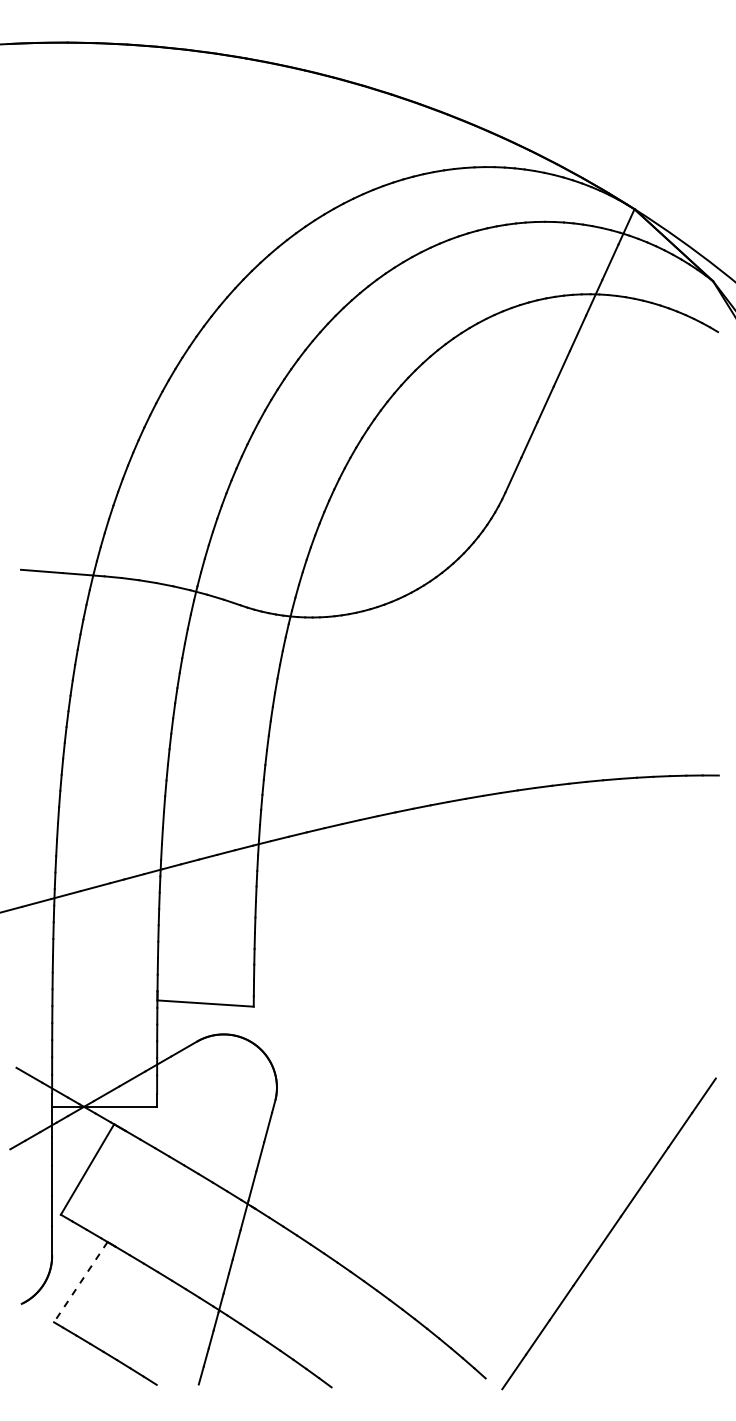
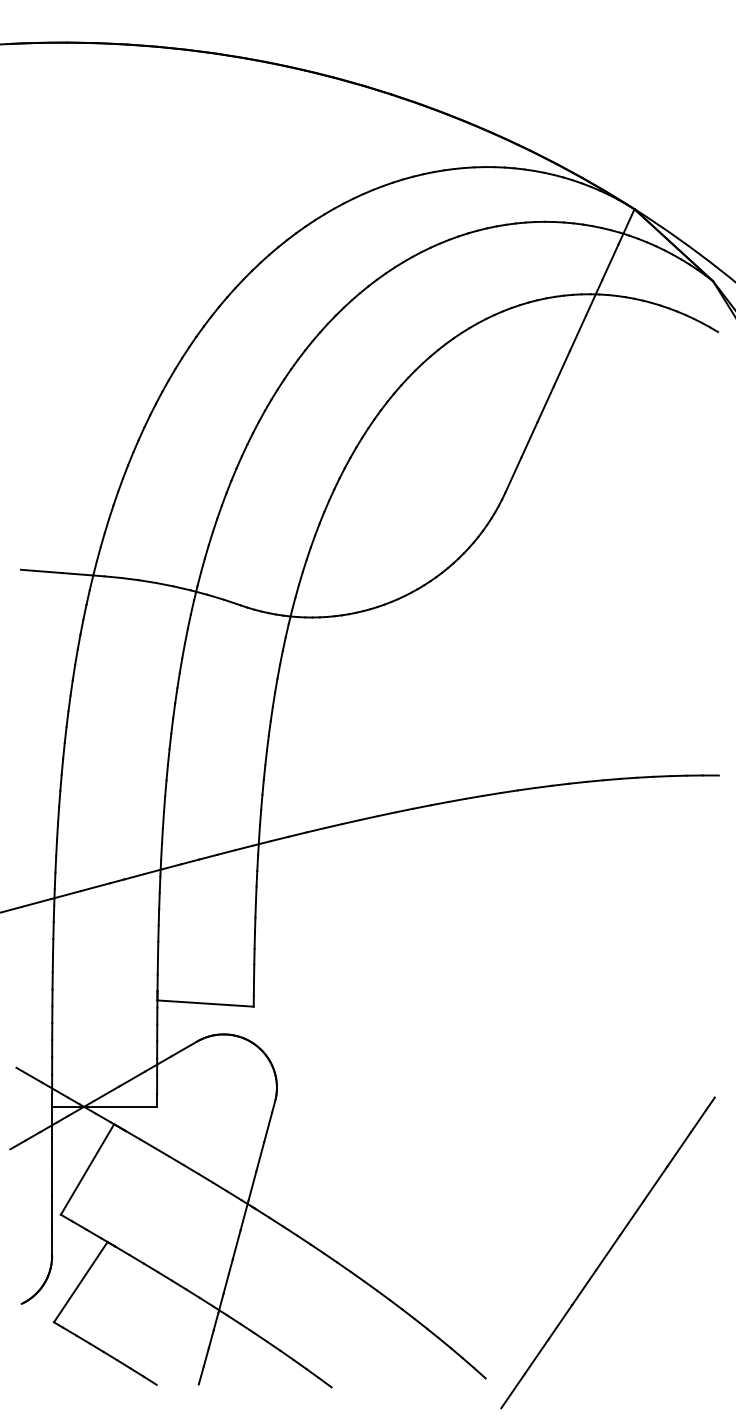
line at (608, 1233) position: (608, 1233) -> (607, 1252)
line at (80, 1282): dashed -> solid
